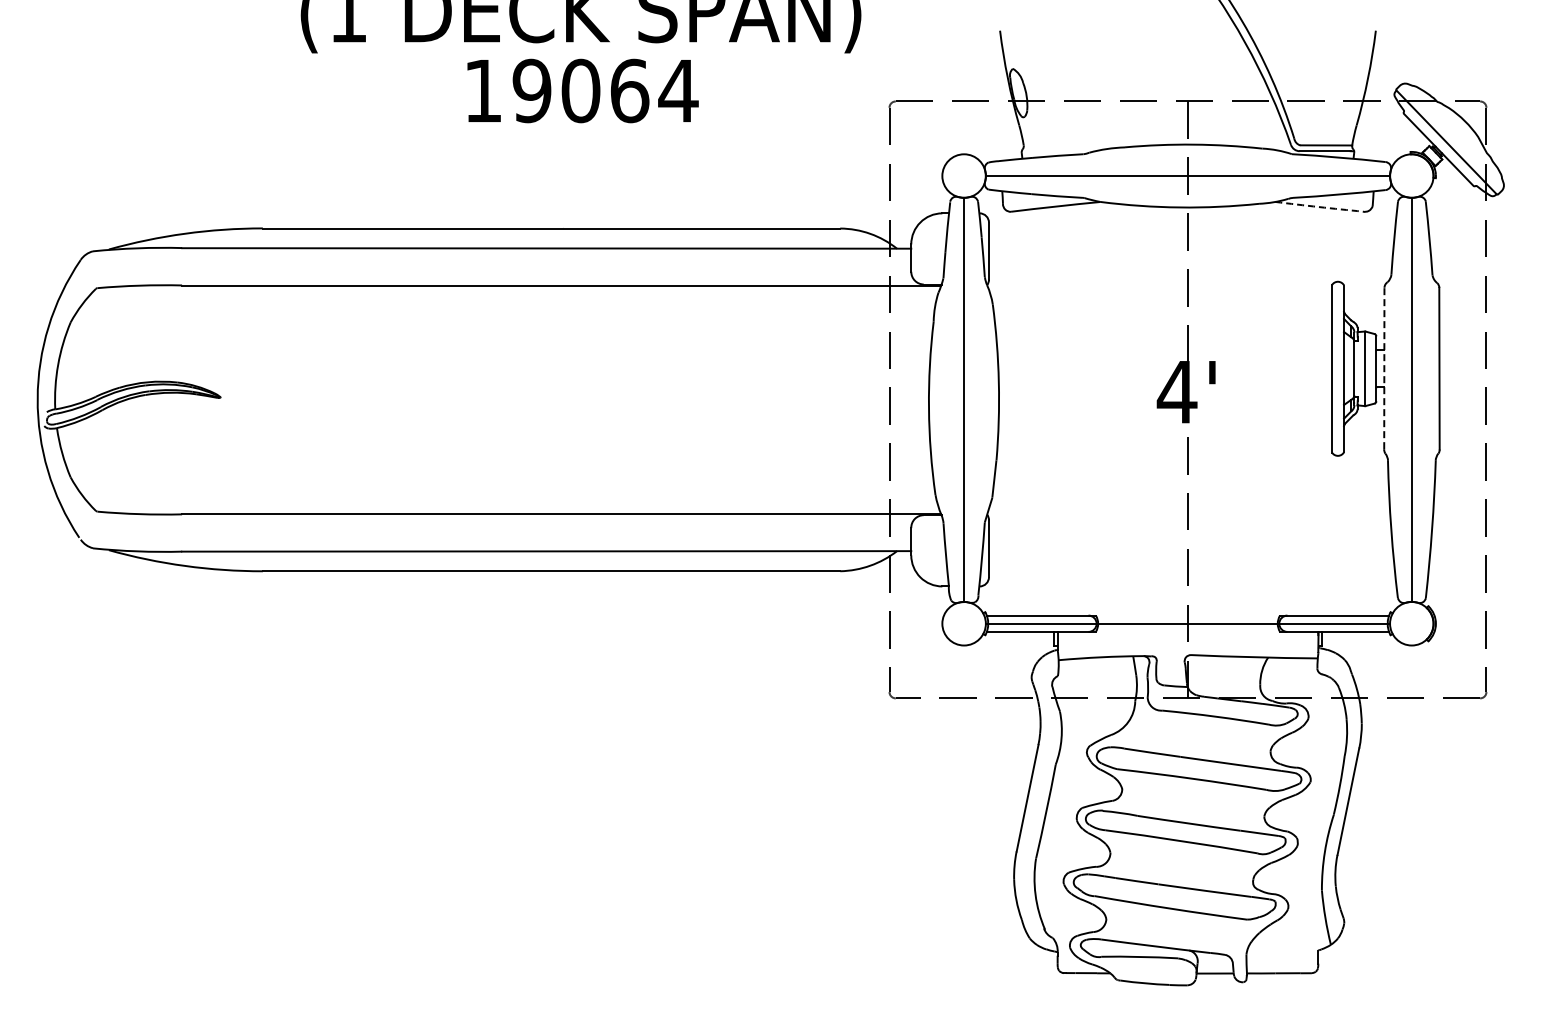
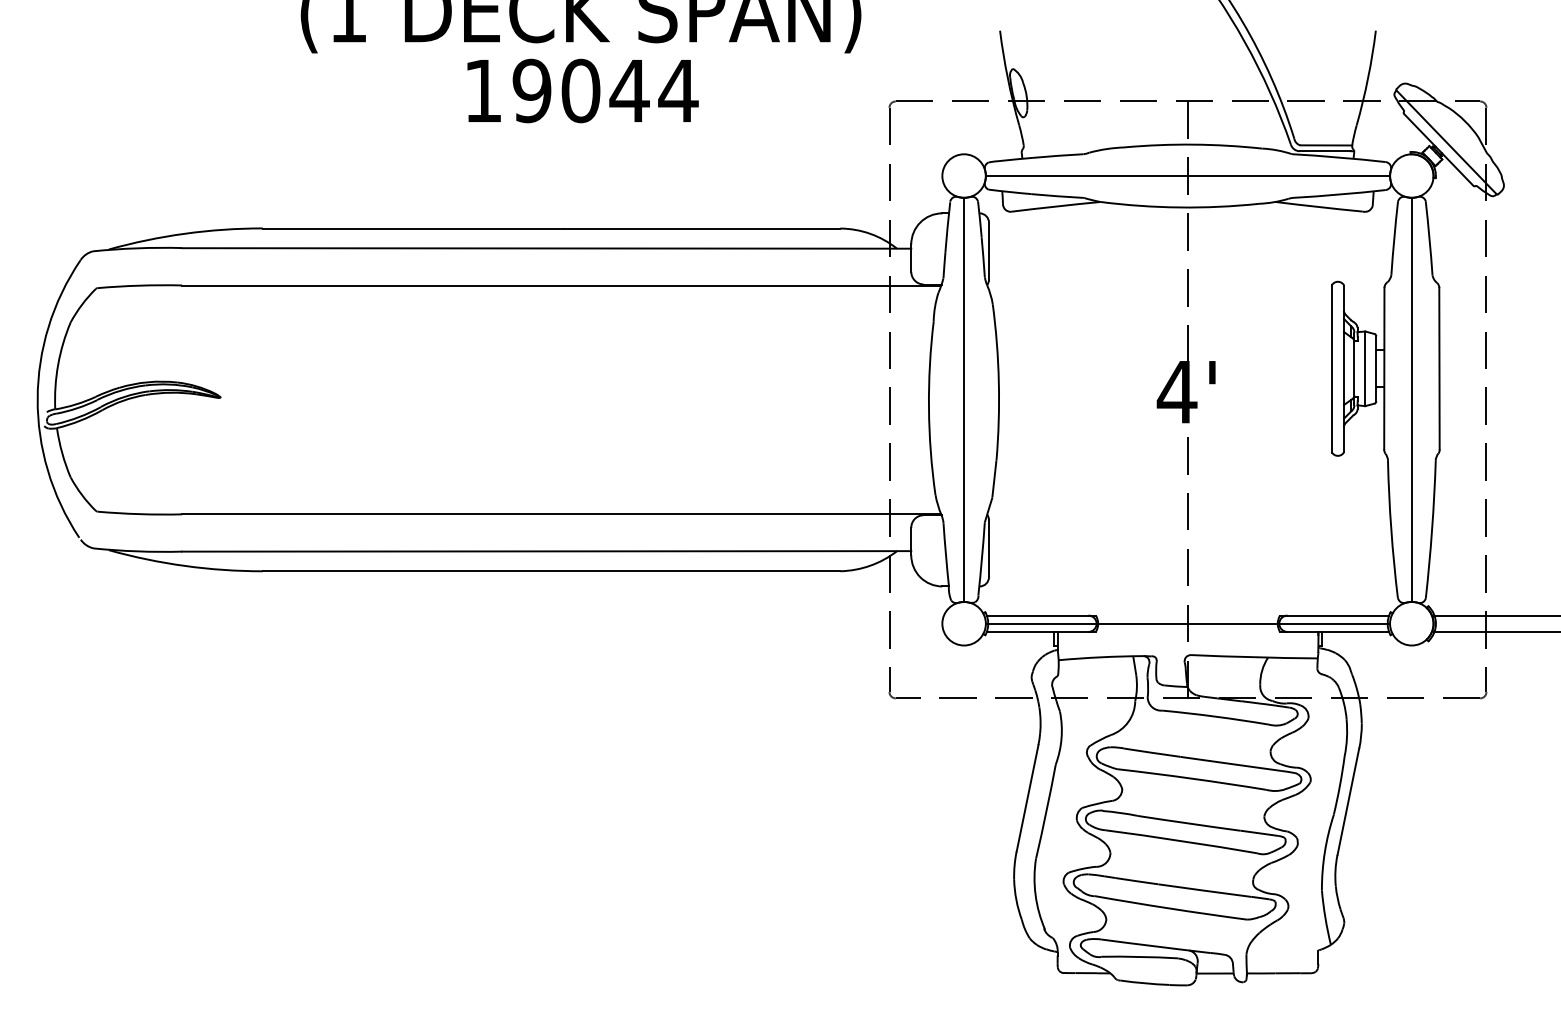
text at (629, 90): 19064 -> 19044
arc at (1318, 207): dashed -> solid
line at (1384, 368): dashed -> solid
line at (1495, 615): none -> present
line at (1495, 631): none -> present
